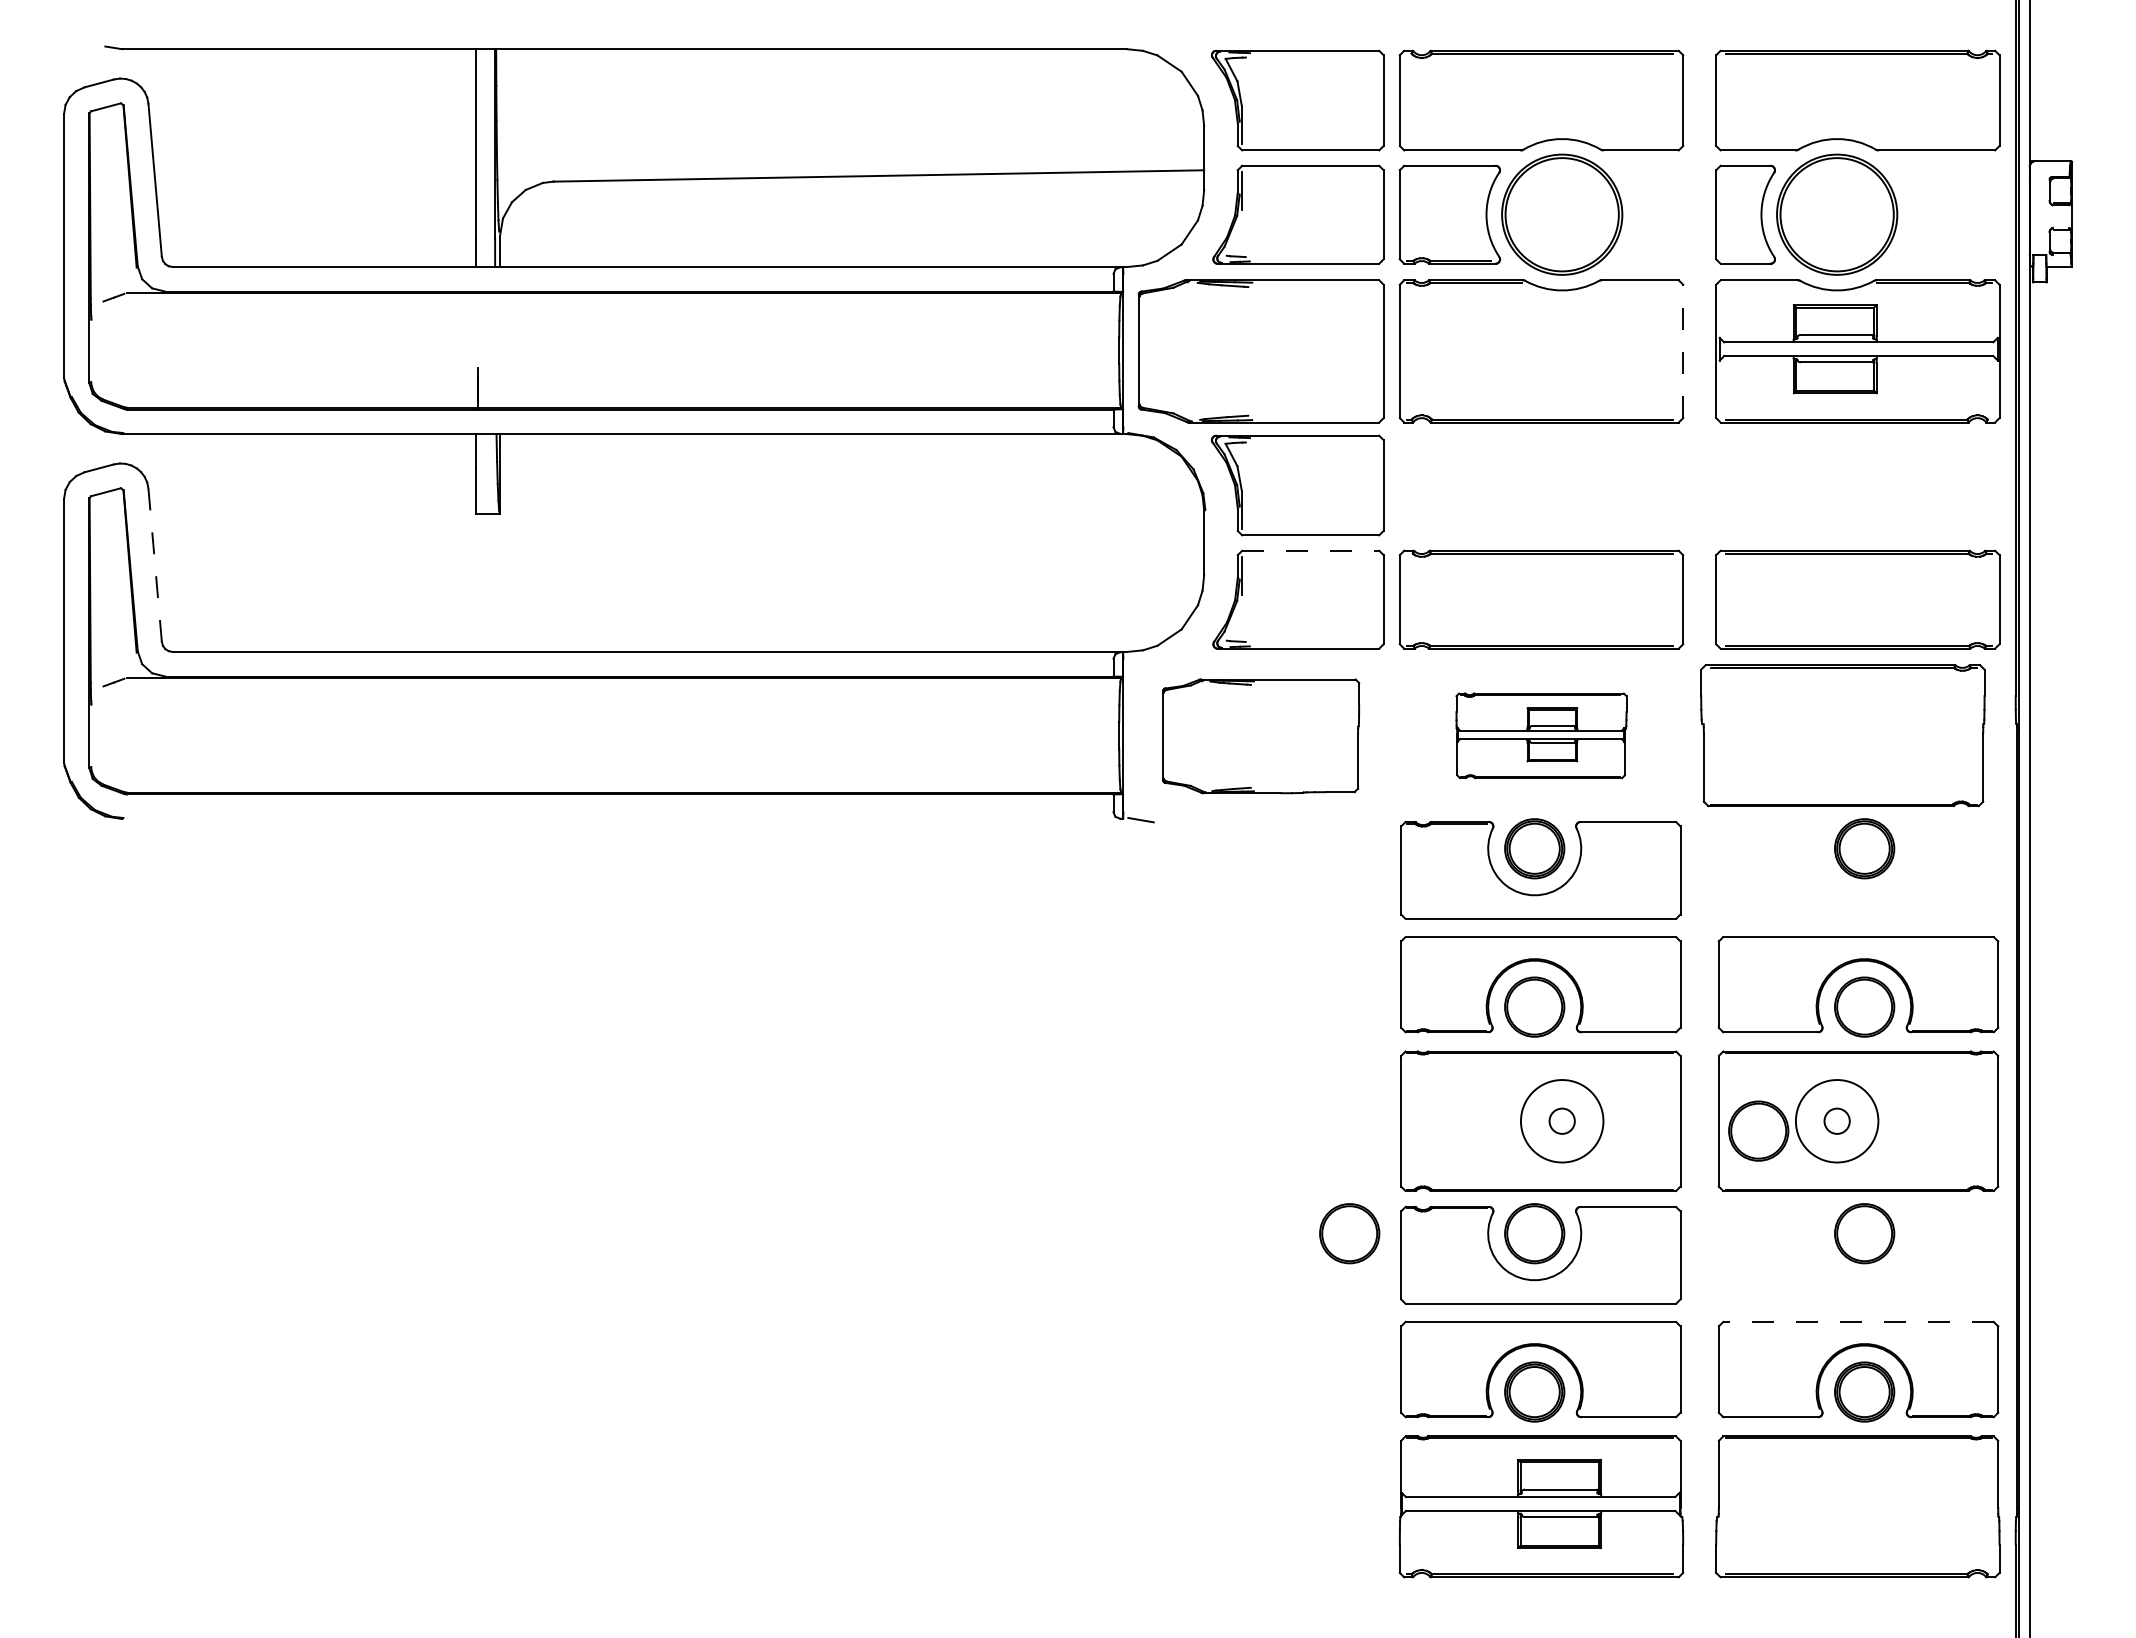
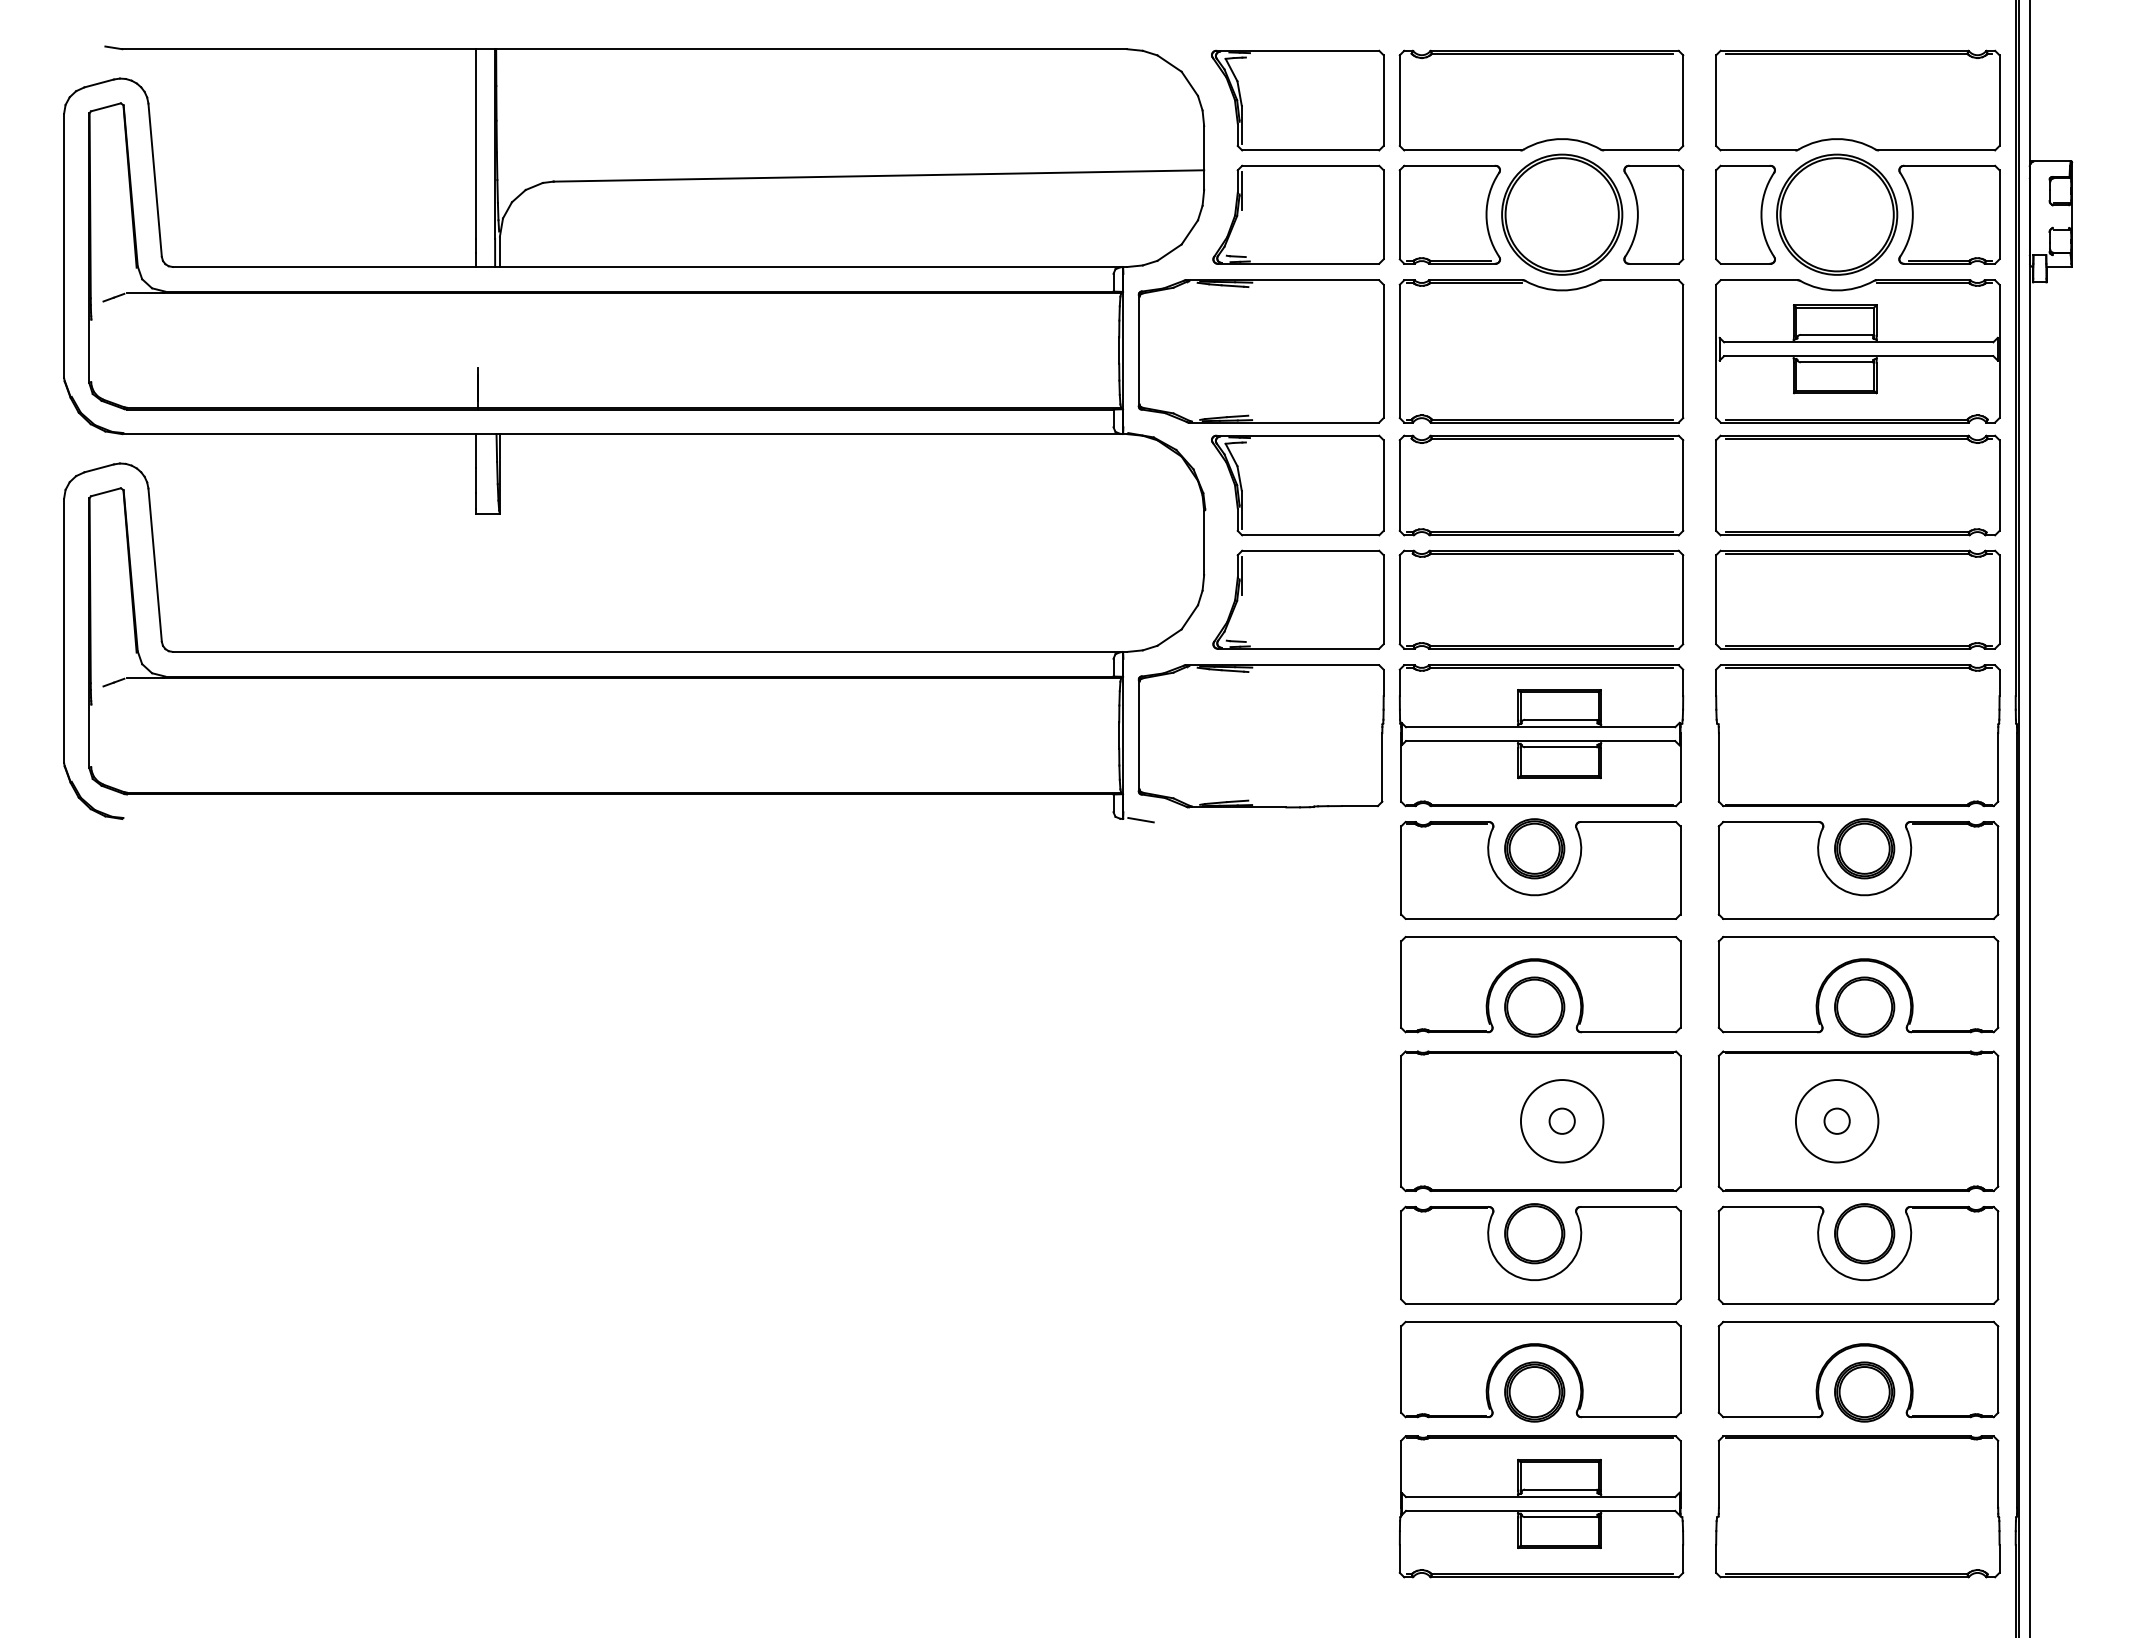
part at (1653, 214): none -> present
part at (1949, 214): none -> present
line at (1683, 351): dashed -> solid
part at (1541, 485): none -> present
part at (1857, 485): none -> present
line at (1310, 550): dashed -> solid
line at (155, 565): dashed -> solid
part at (1541, 735) size: 173x88 px -> 287x144 px
part at (1842, 735) position: (1842, 735) -> (1857, 735)
part at (1261, 736) size: 199x117 px -> 248x145 px
part at (1852, 892): none -> present
part at (1758, 1130): present -> none
part at (1349, 1233): present -> none
part at (1849, 1276): none -> present
line at (1858, 1321): dashed -> solid
